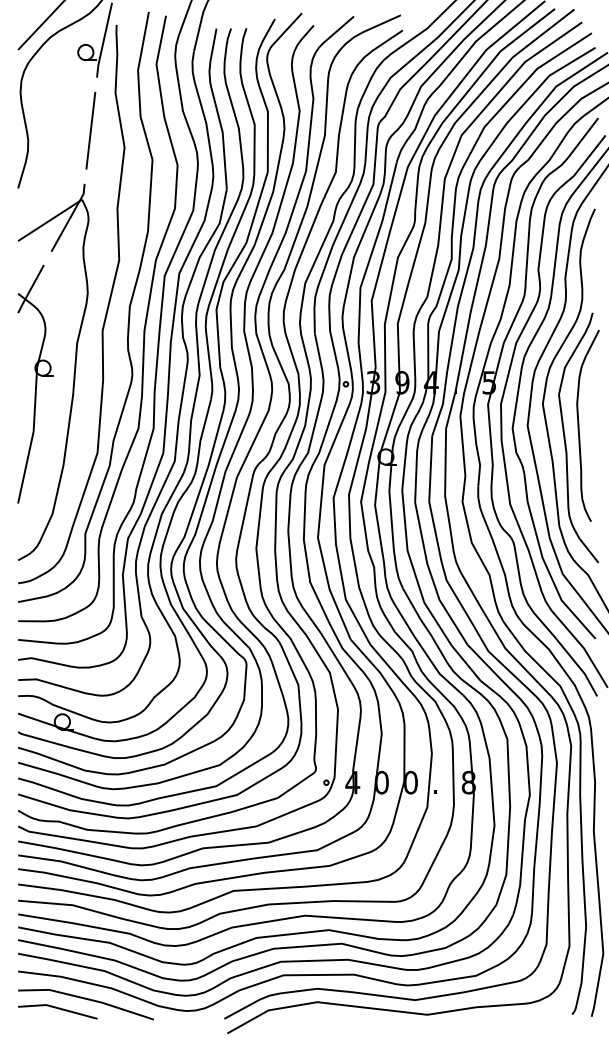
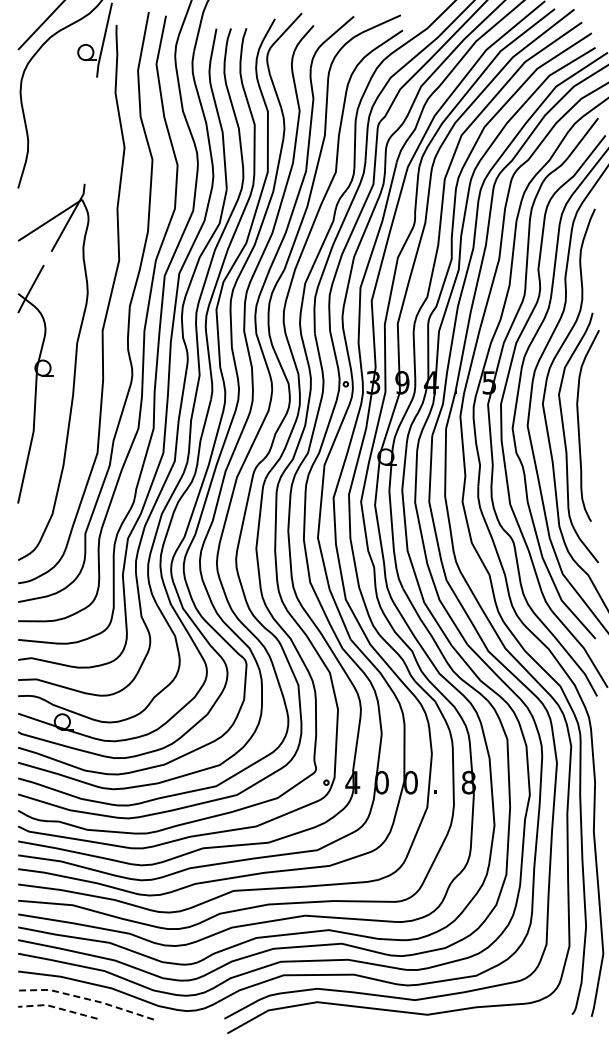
line at (90, 130): present -> none
line at (86, 998): solid -> dashed
line at (57, 1008): solid -> dashed
